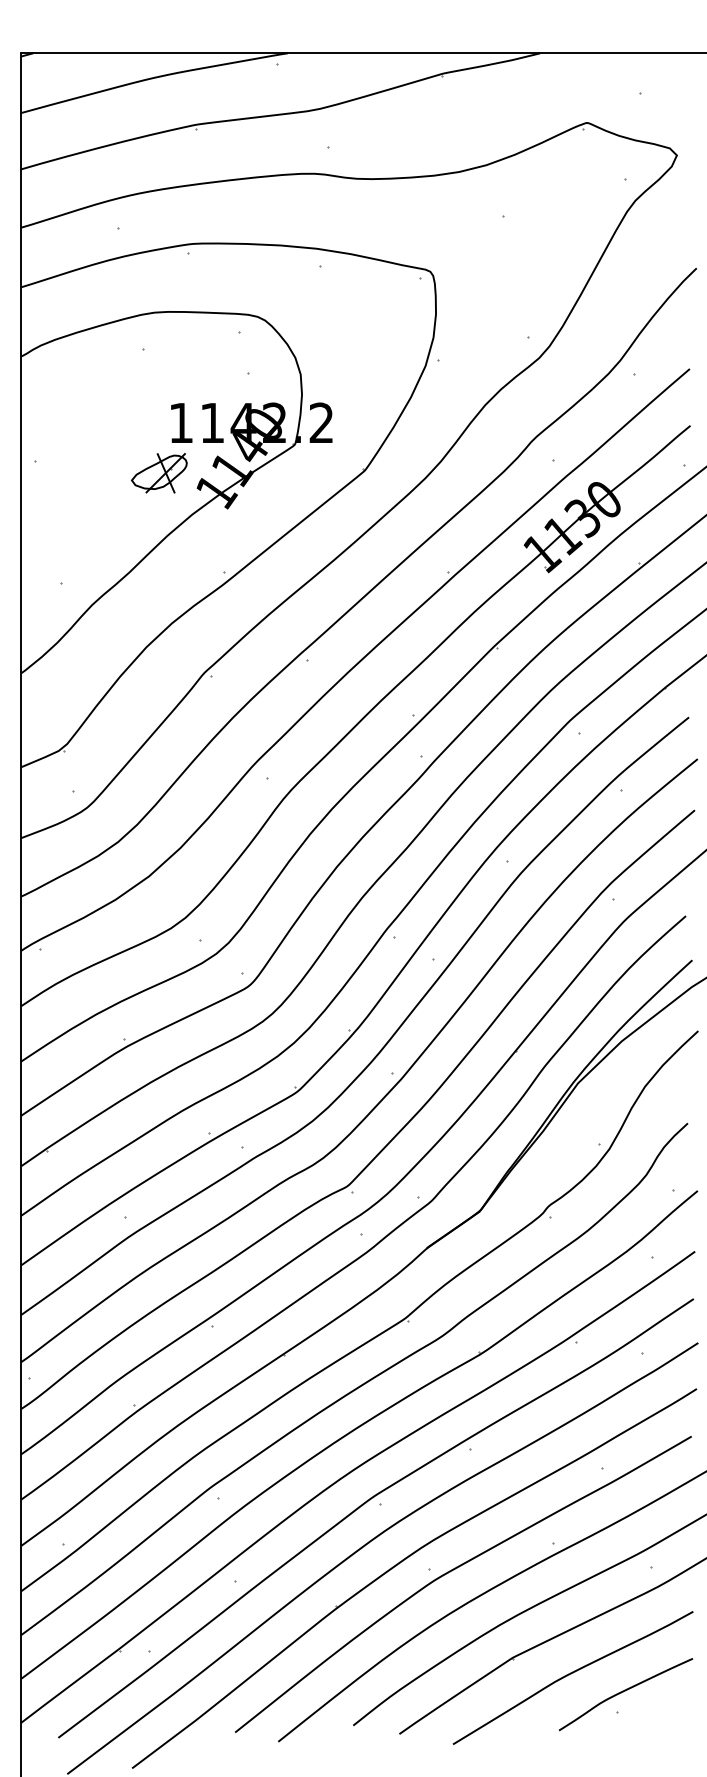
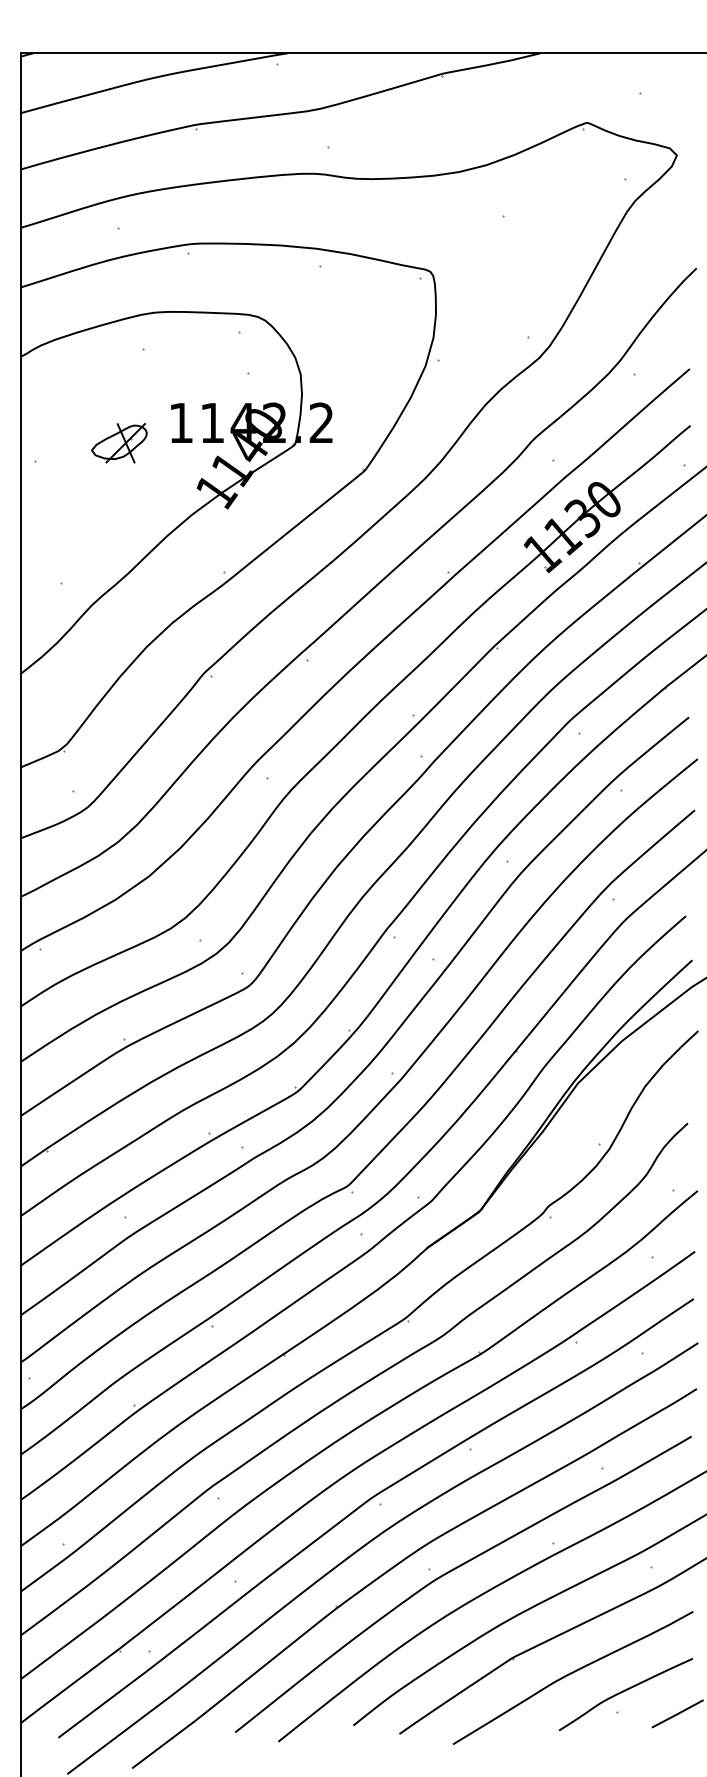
part at (159, 473) position: (159, 473) -> (119, 443)
line at (677, 1713): none -> present
